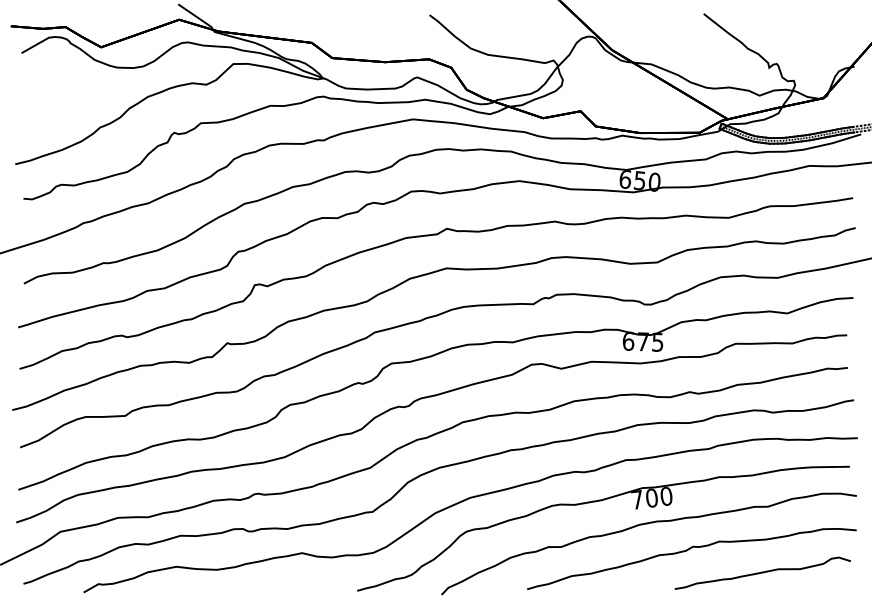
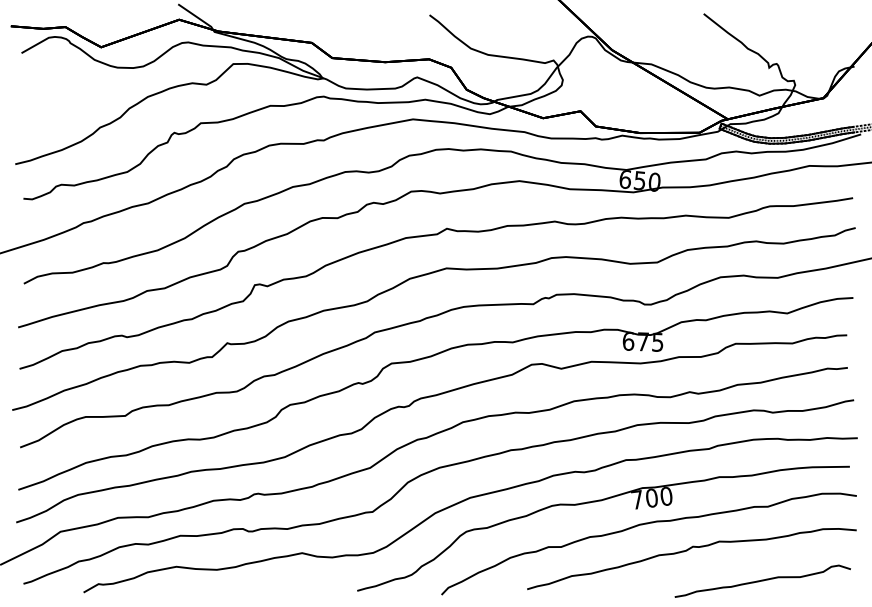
part at (762, 572) position: (762, 572) -> (762, 580)
